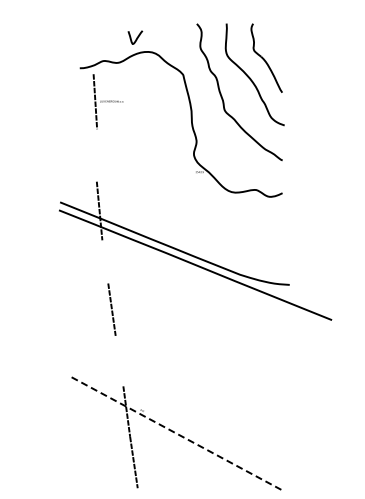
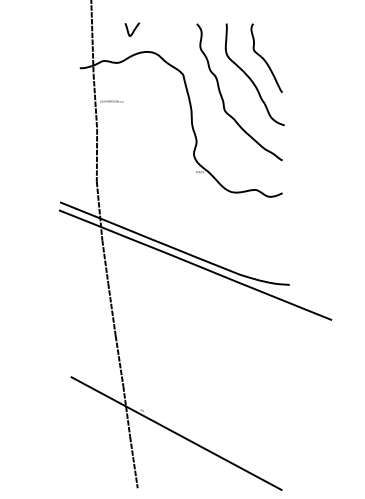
curve at (136, 37) position: (136, 37) -> (133, 29)
line at (92, 38): none -> present
line at (96, 155): none -> present
line at (105, 261): none -> present
line at (119, 360): none -> present
line at (177, 433): dashed -> solid
